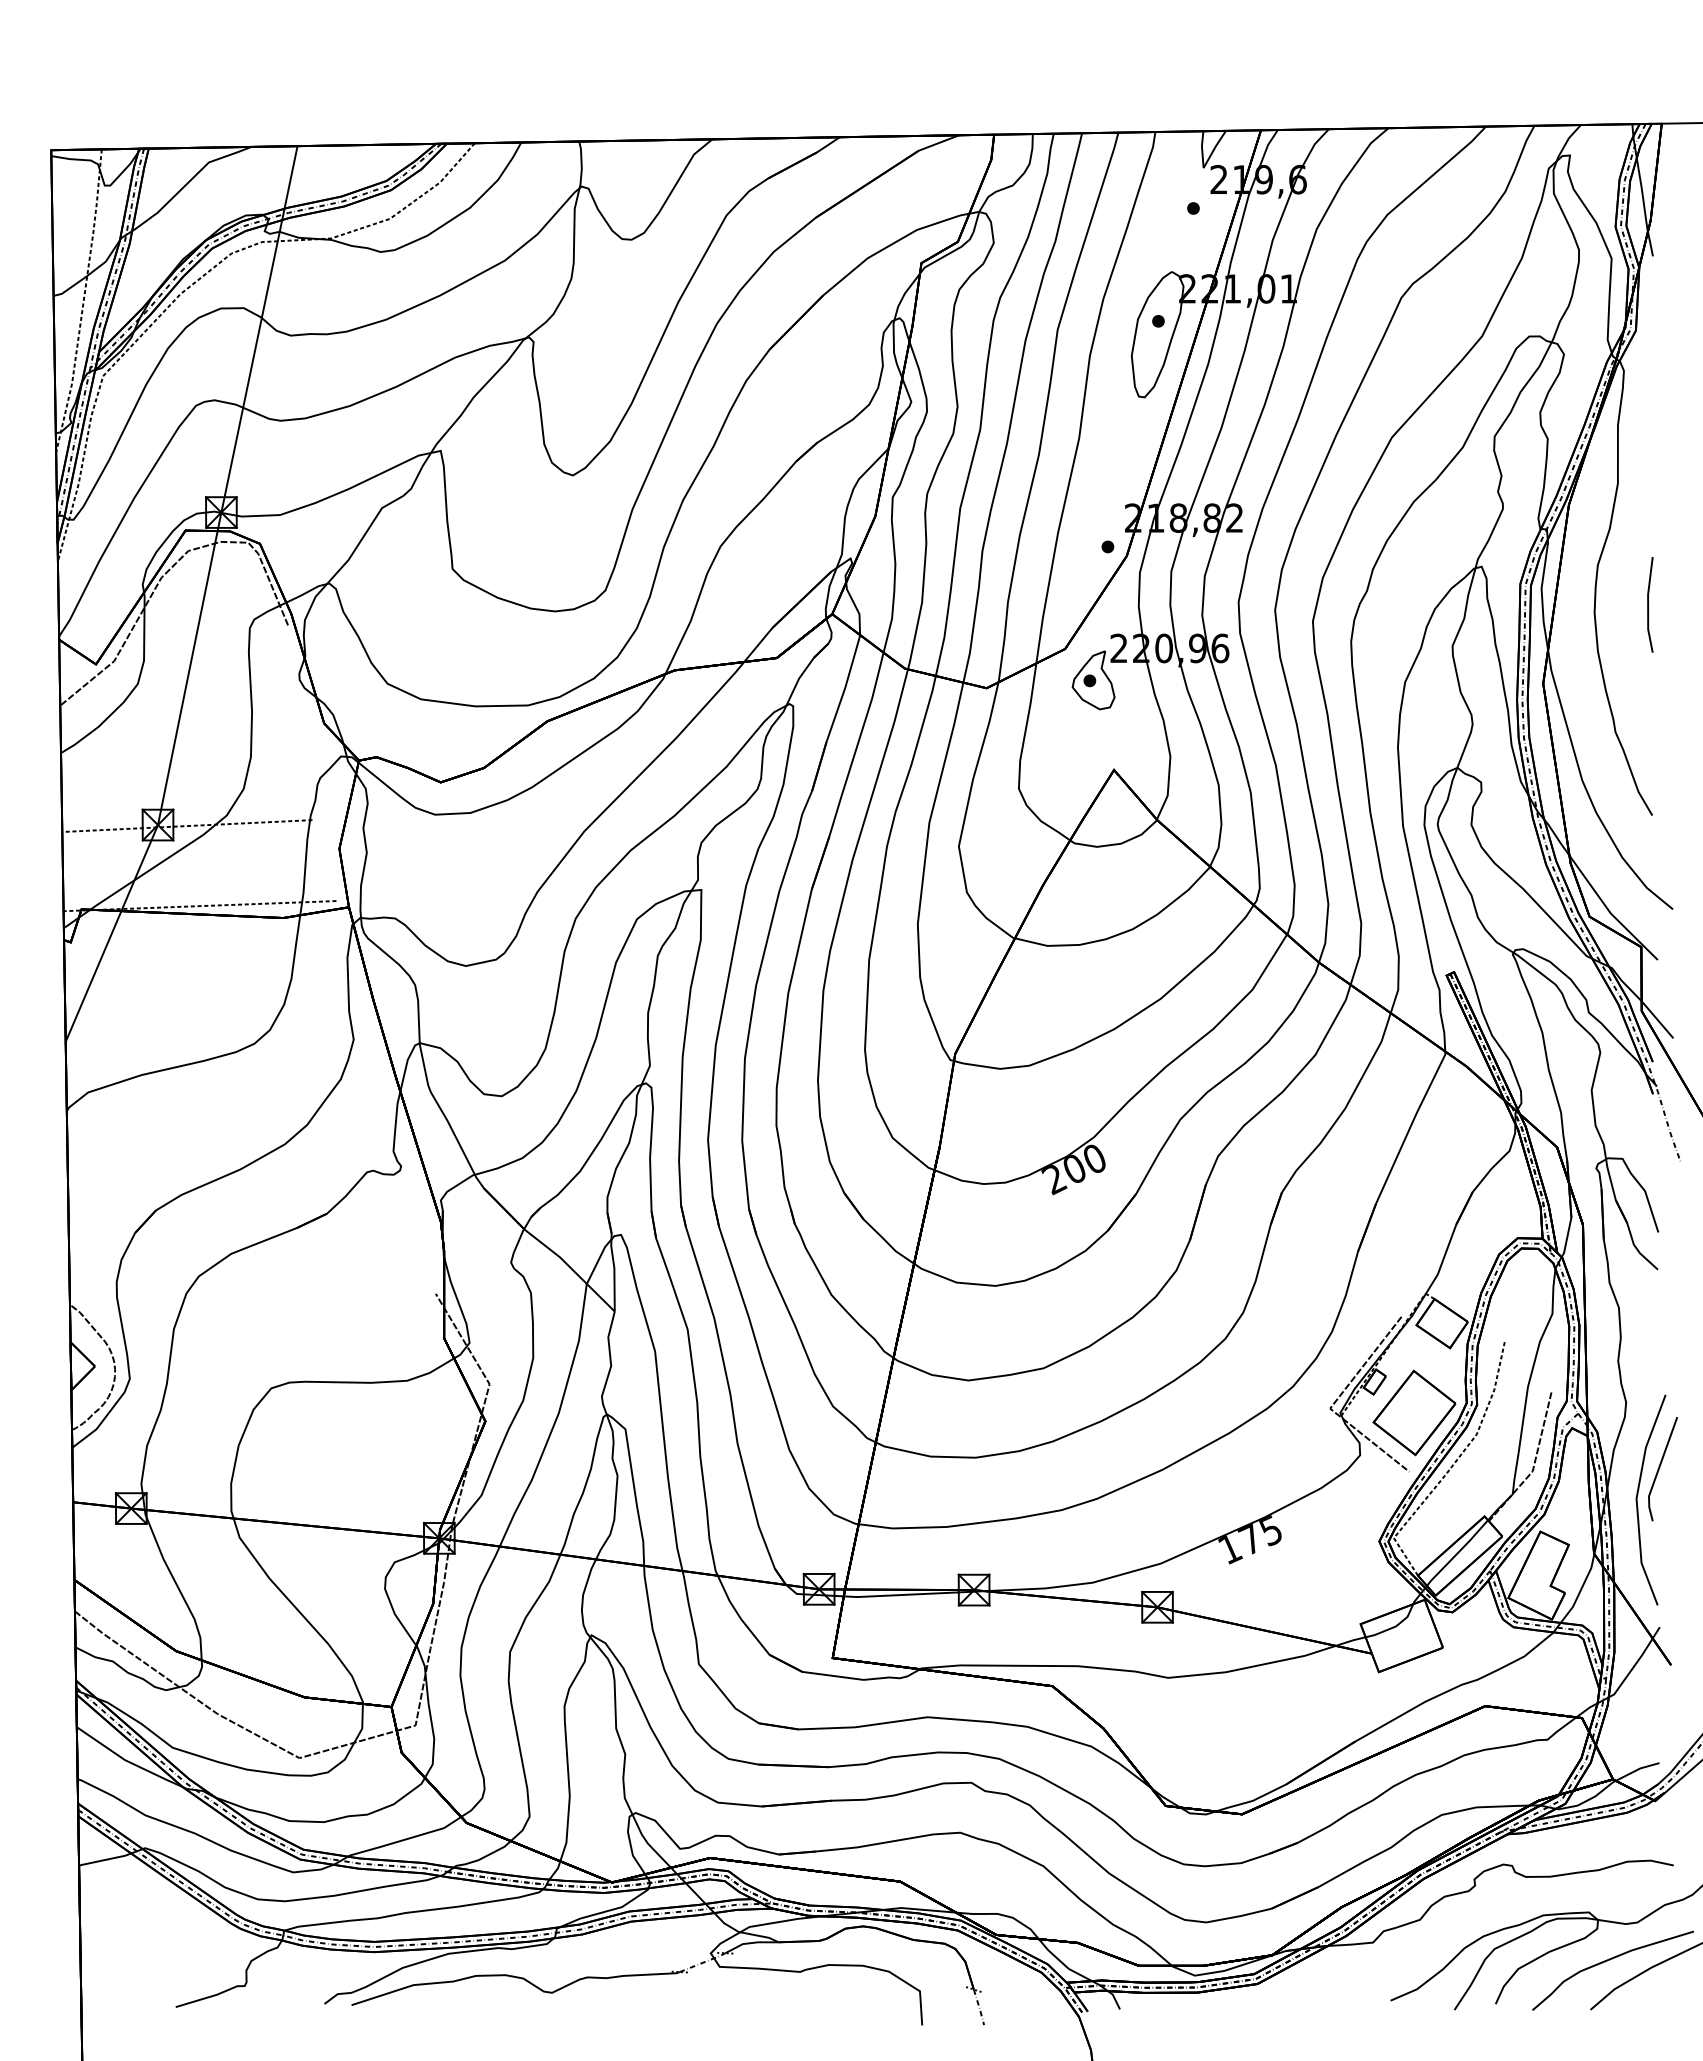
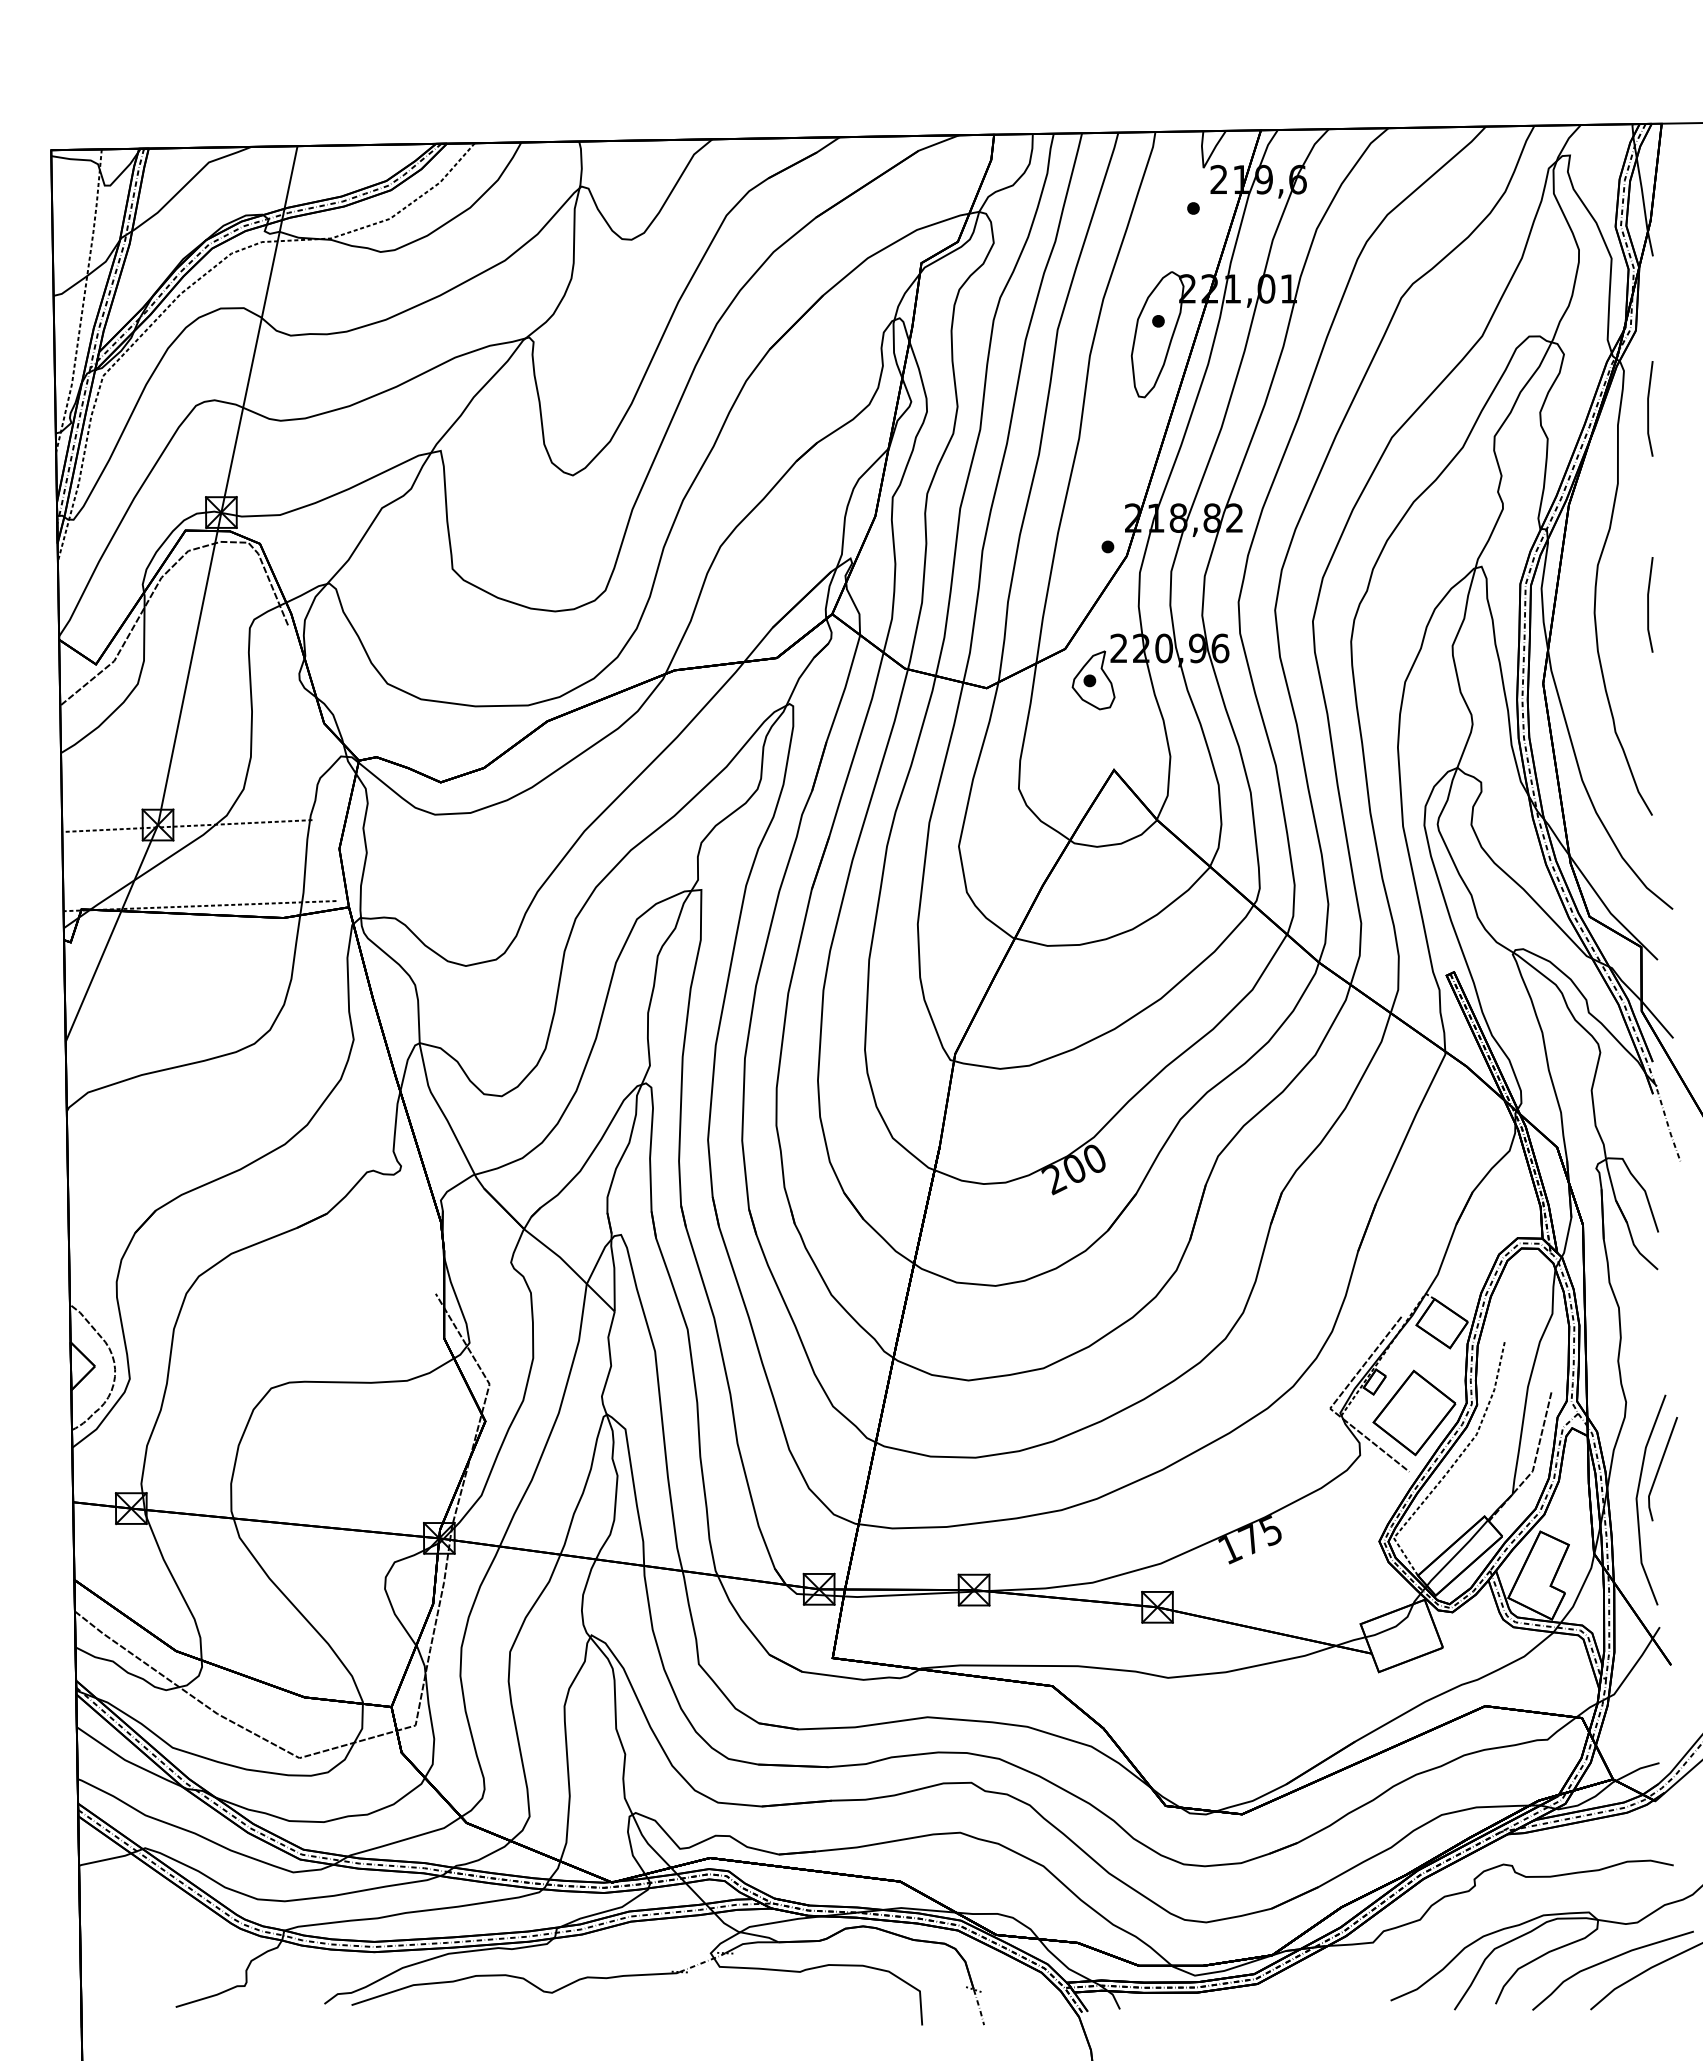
line at (1648, 408): none -> present
